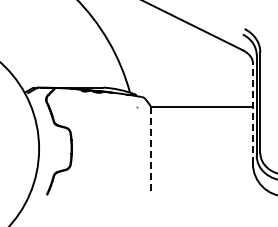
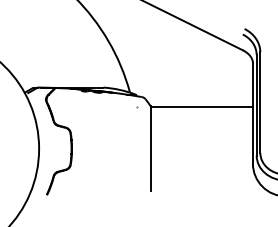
line at (252, 112): dashed -> solid
line at (150, 148): dashed -> solid
